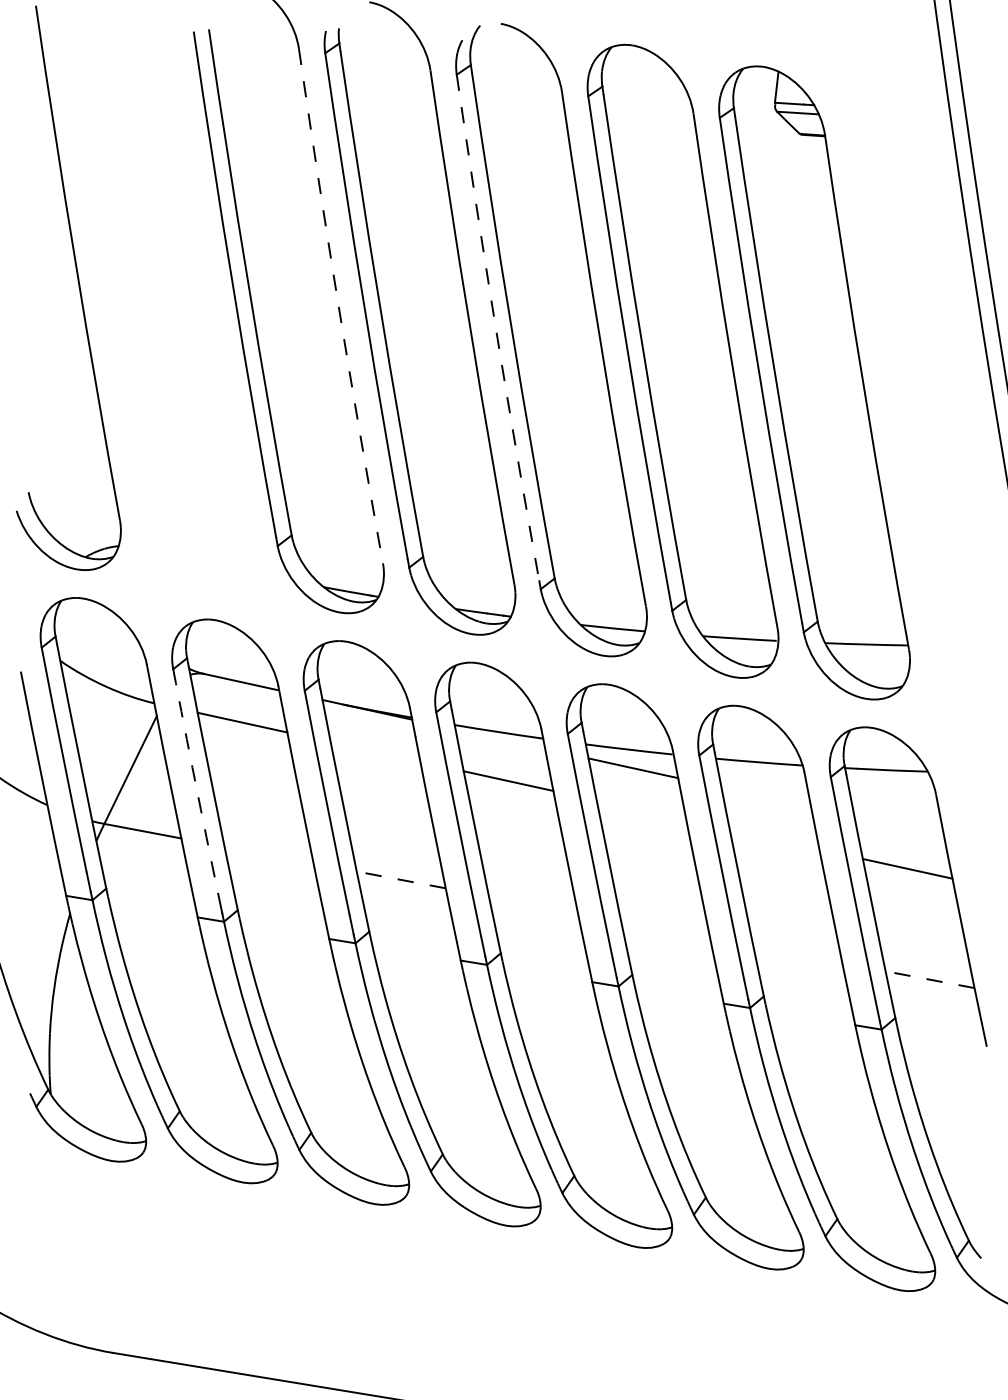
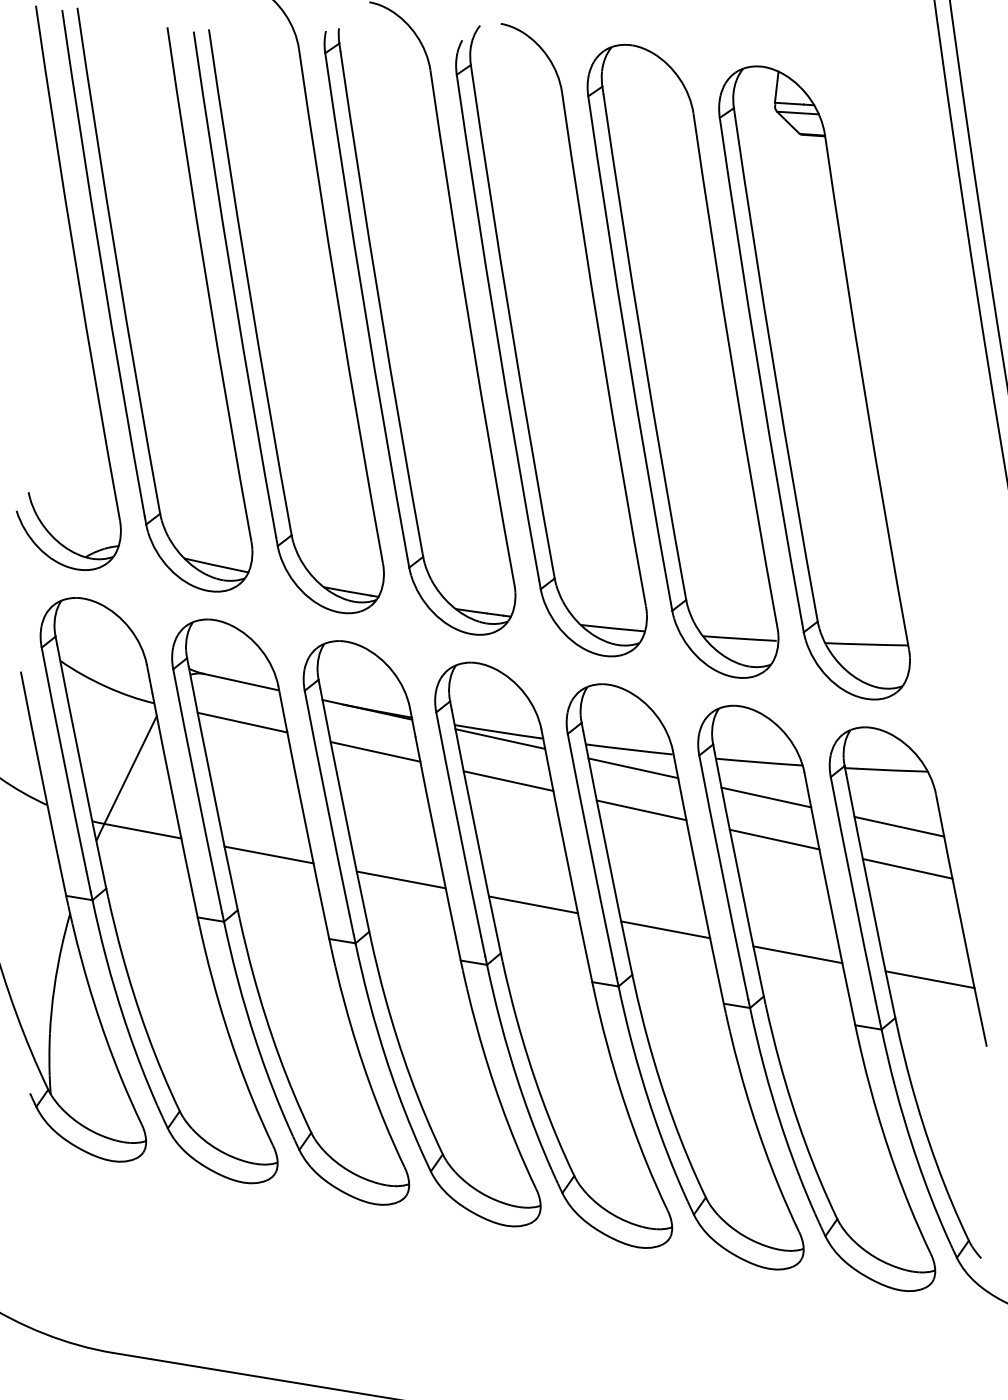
part at (125, 306): none -> present
arc at (338, 306): dashed -> solid
arc at (495, 328): dashed -> solid
line at (500, 738): none -> present
line at (375, 751): none -> present
arc at (195, 781): dashed -> solid
line at (766, 797): none -> present
line at (641, 810): none -> present
line at (899, 826): none -> present
line at (774, 839): none -> present
line at (268, 854): none -> present
line at (400, 879): dashed -> solid
line at (533, 904): none -> present
line at (665, 929): none -> present
line at (797, 954): none -> present
line at (929, 979): dashed -> solid
